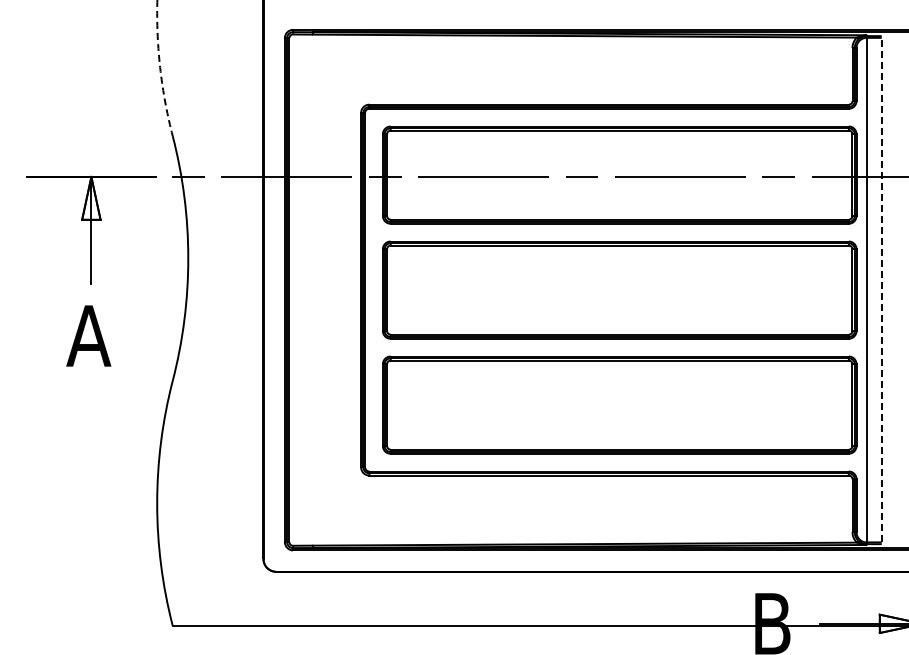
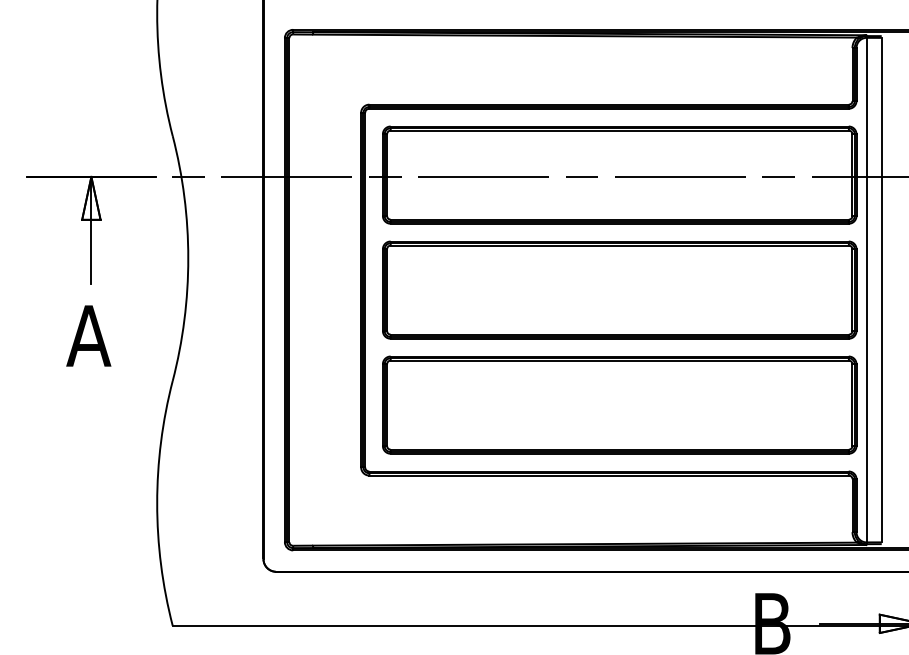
arc at (160, 68): dashed -> solid
line at (881, 289): dashed -> solid
